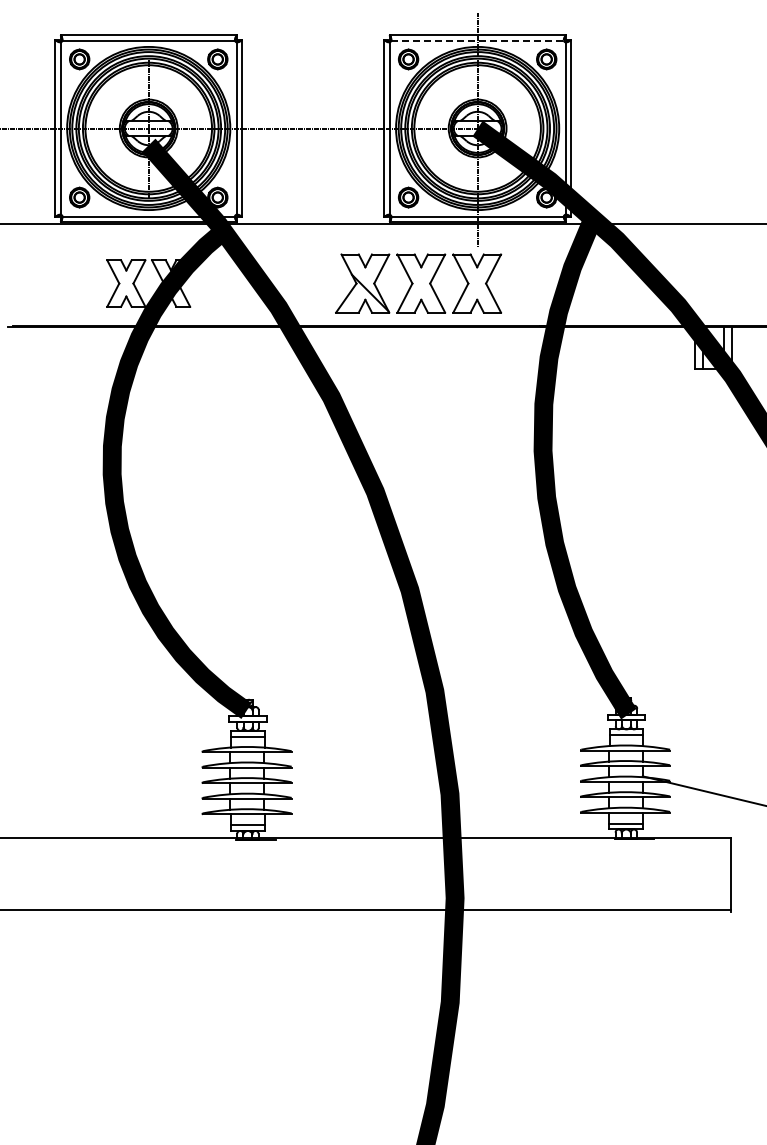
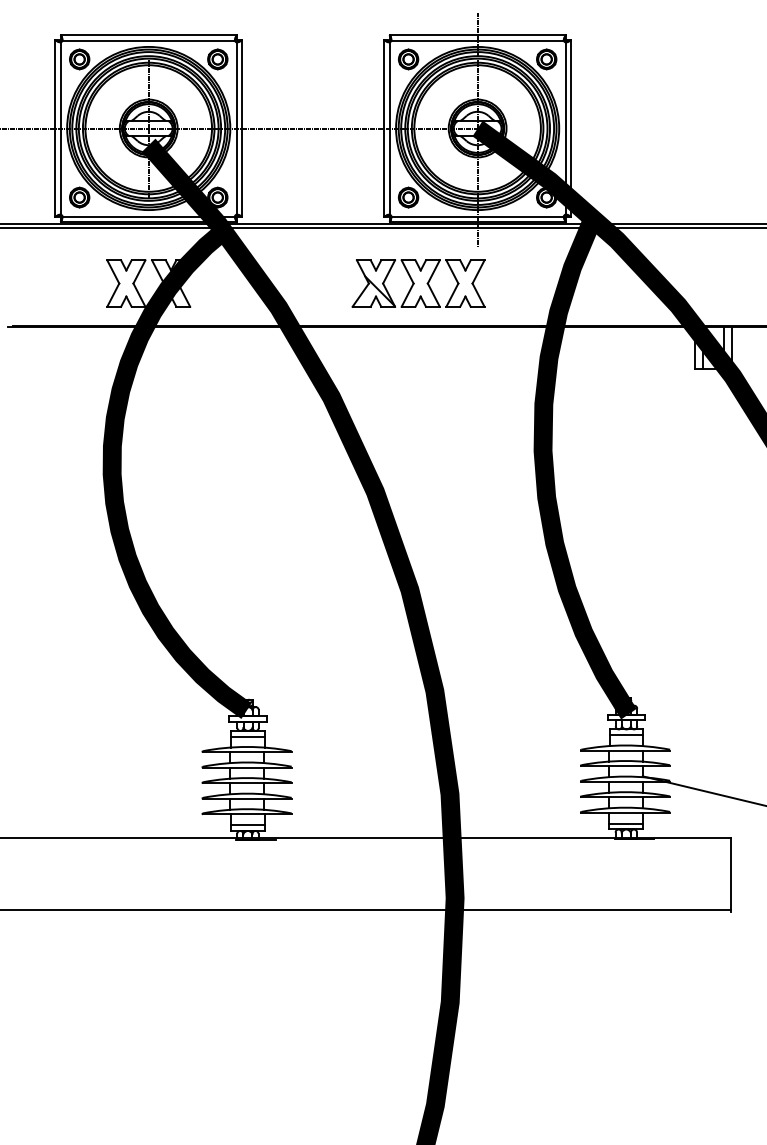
line at (478, 40): dashed -> solid
line at (382, 228): none -> present
part at (418, 283) size: 168x61 px -> 135x49 px
